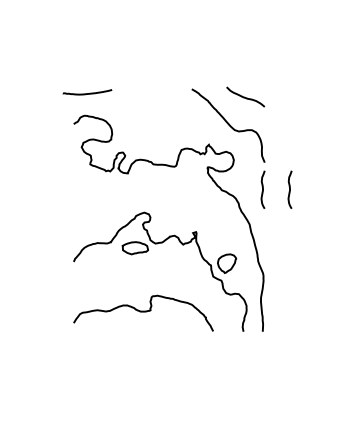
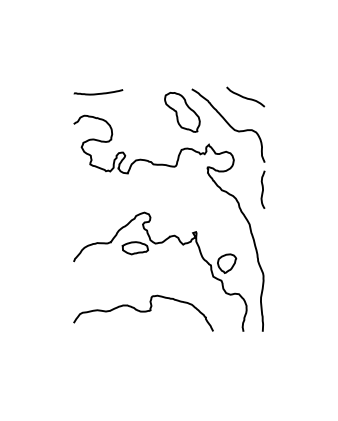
curve at (87, 93) position: (87, 93) -> (98, 93)
part at (182, 112): none -> present
curve at (289, 189): present -> none
